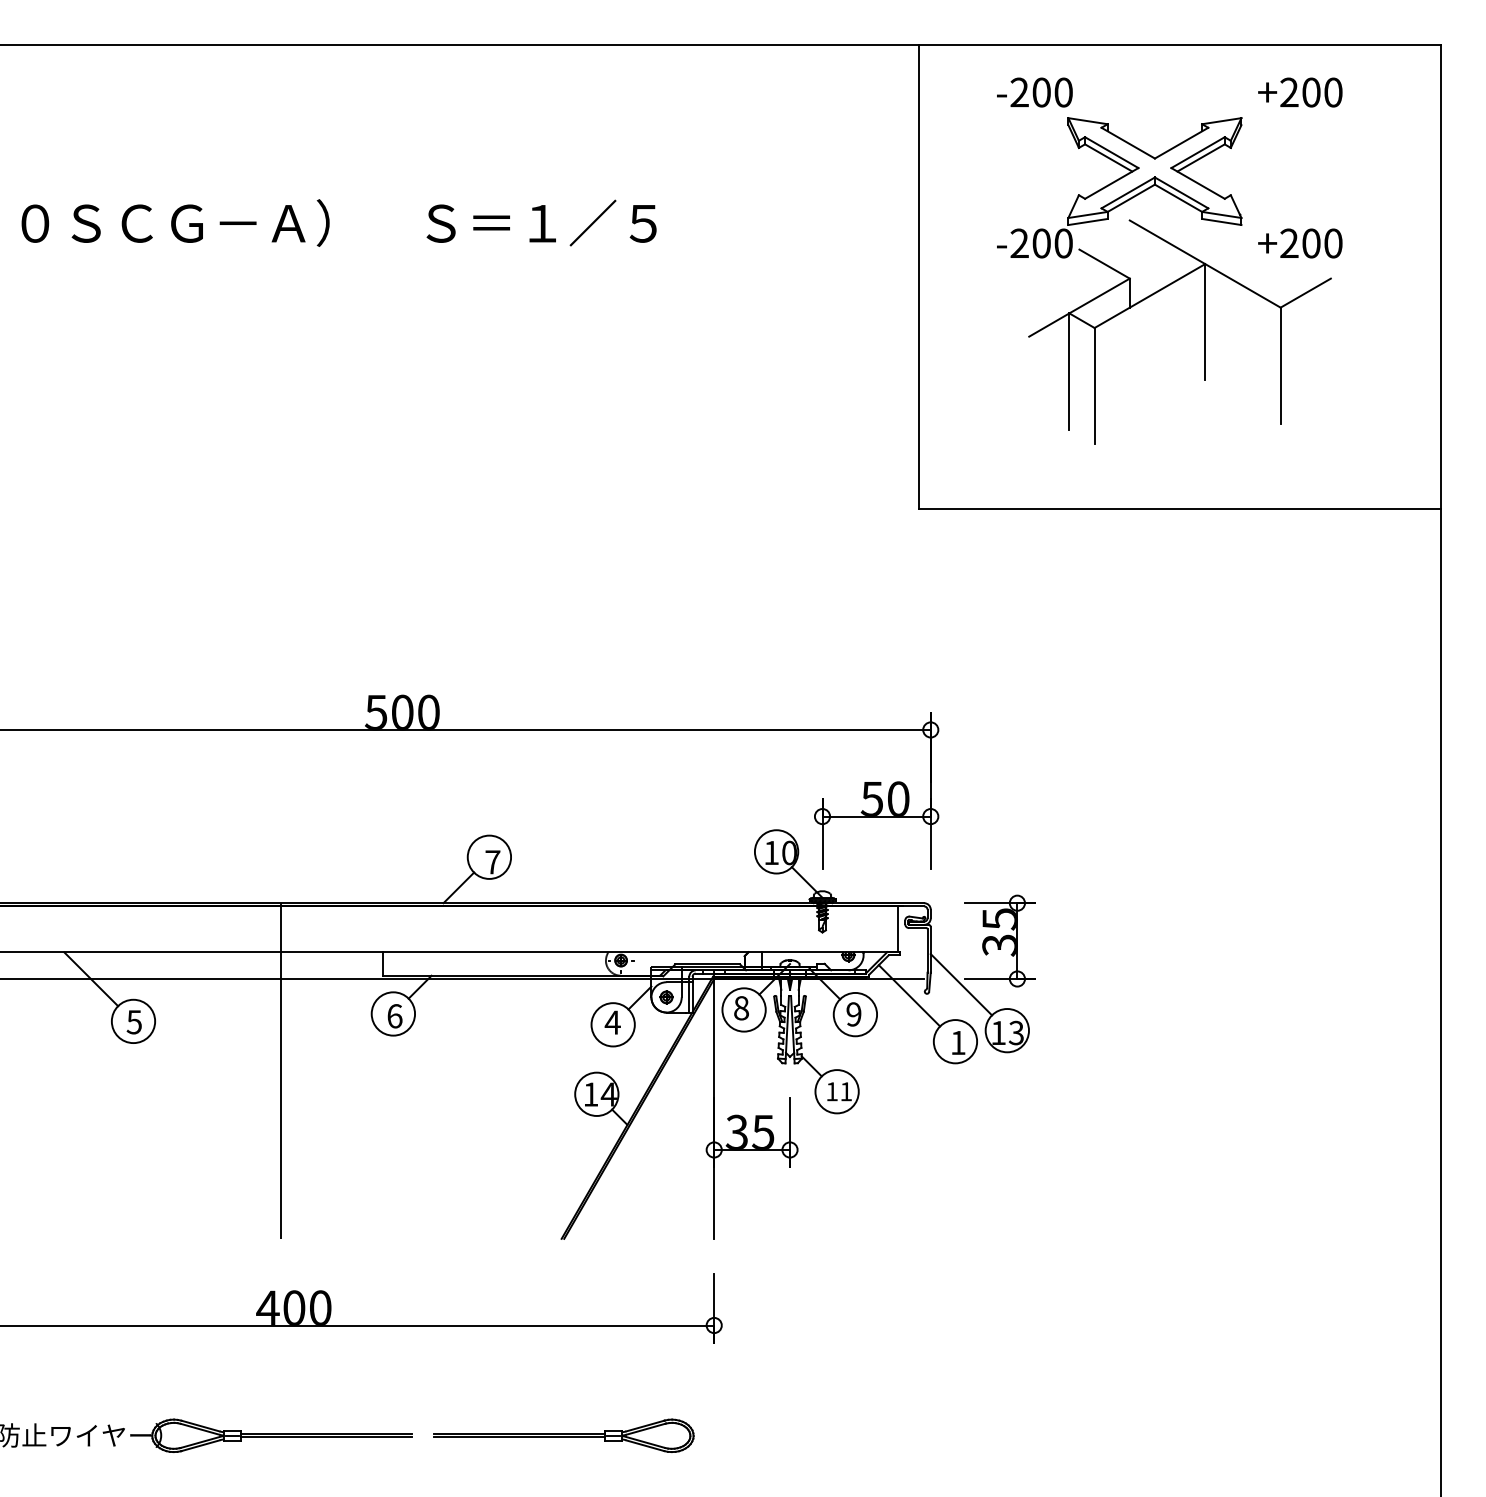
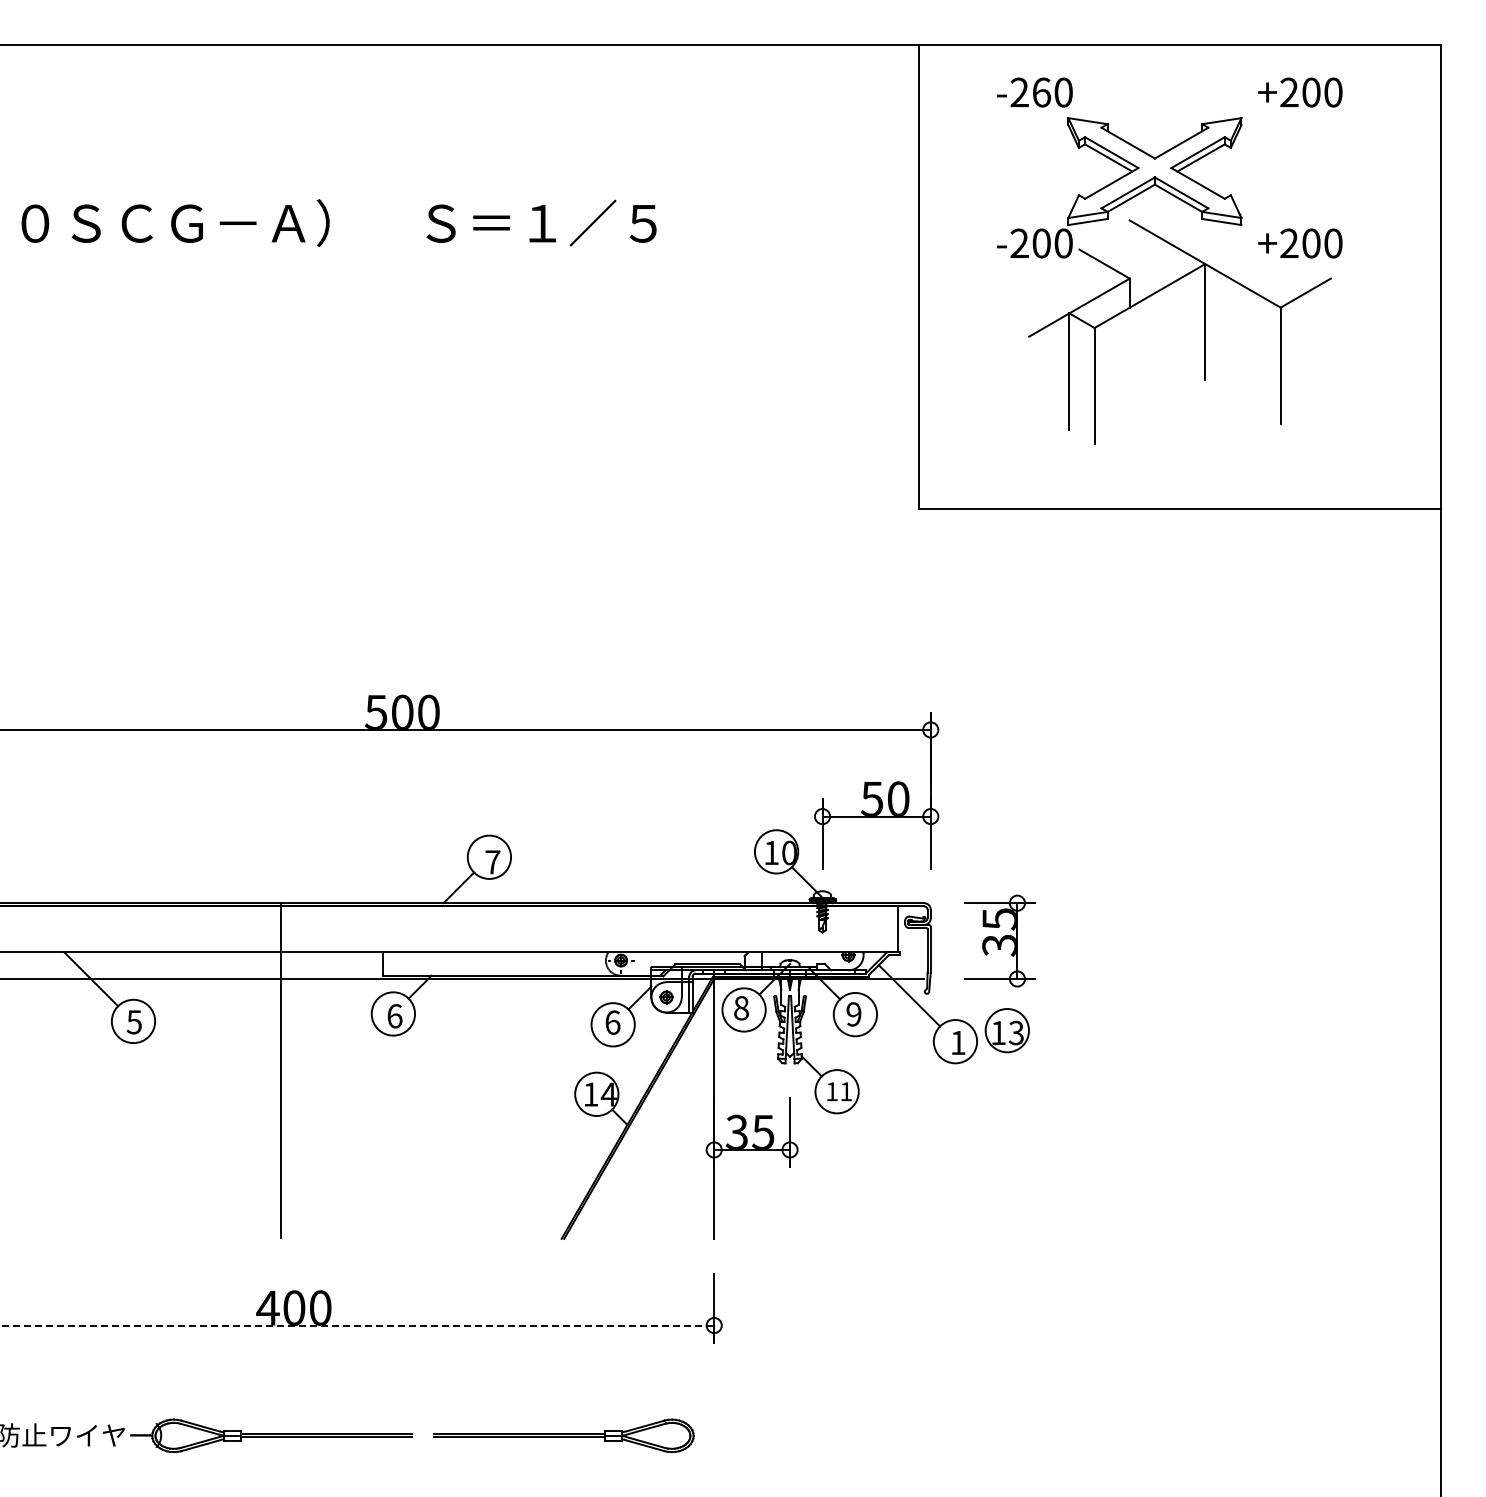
text at (1041, 92): -200 -> -260
line at (961, 984): present -> none
text at (612, 1022): 4 -> 6
line at (357, 1325): solid -> dashed
